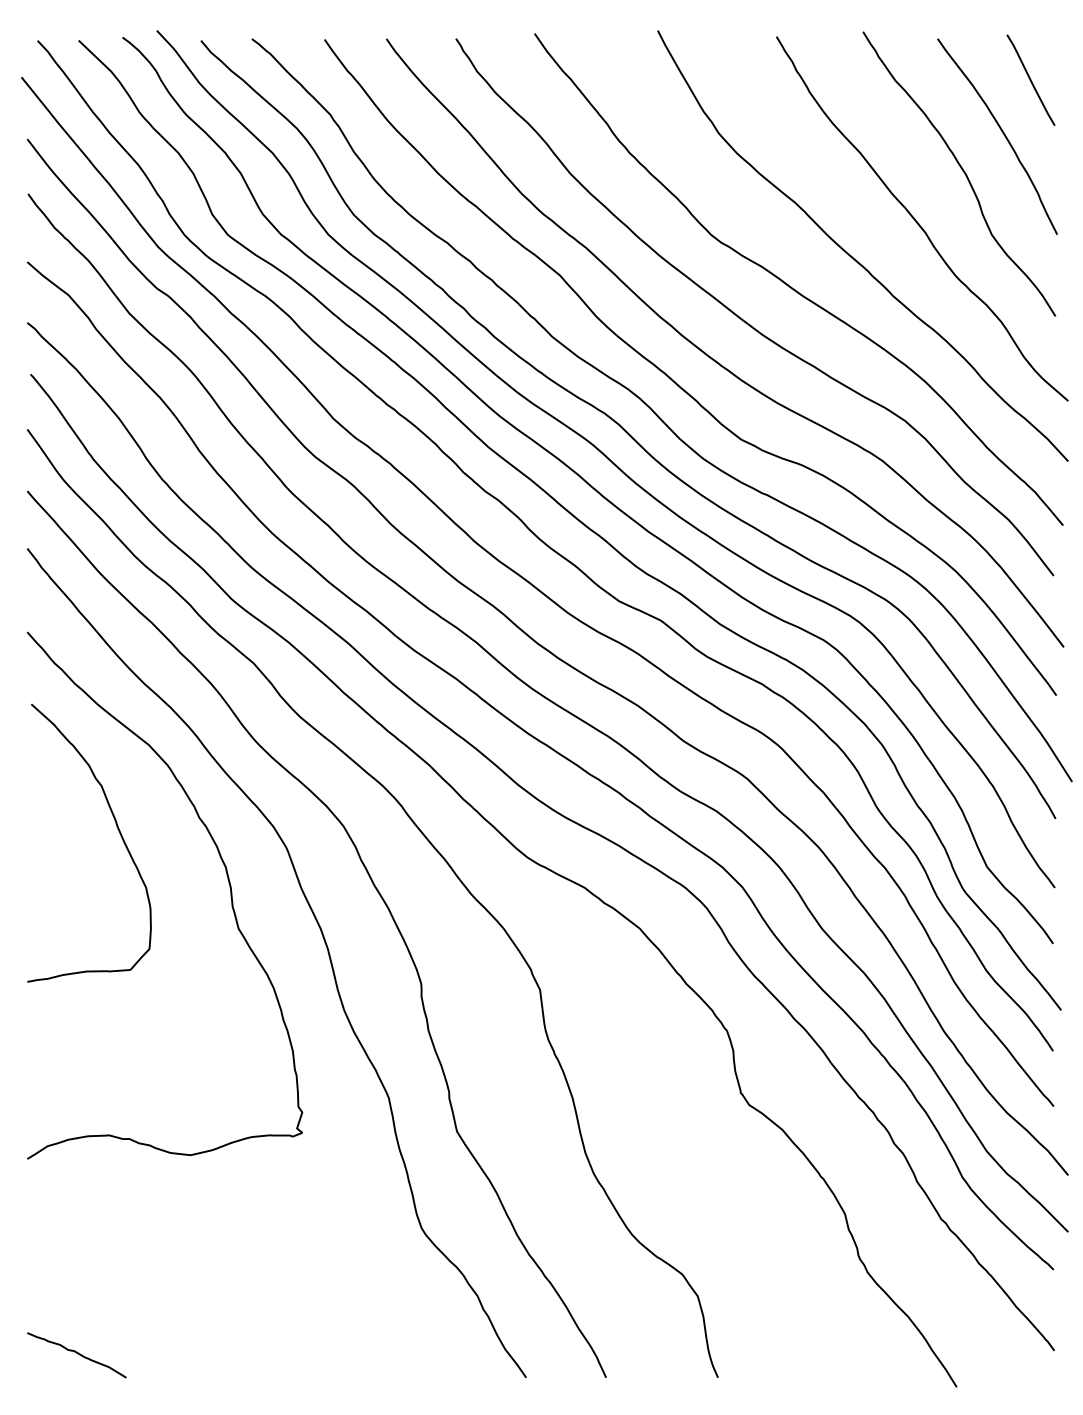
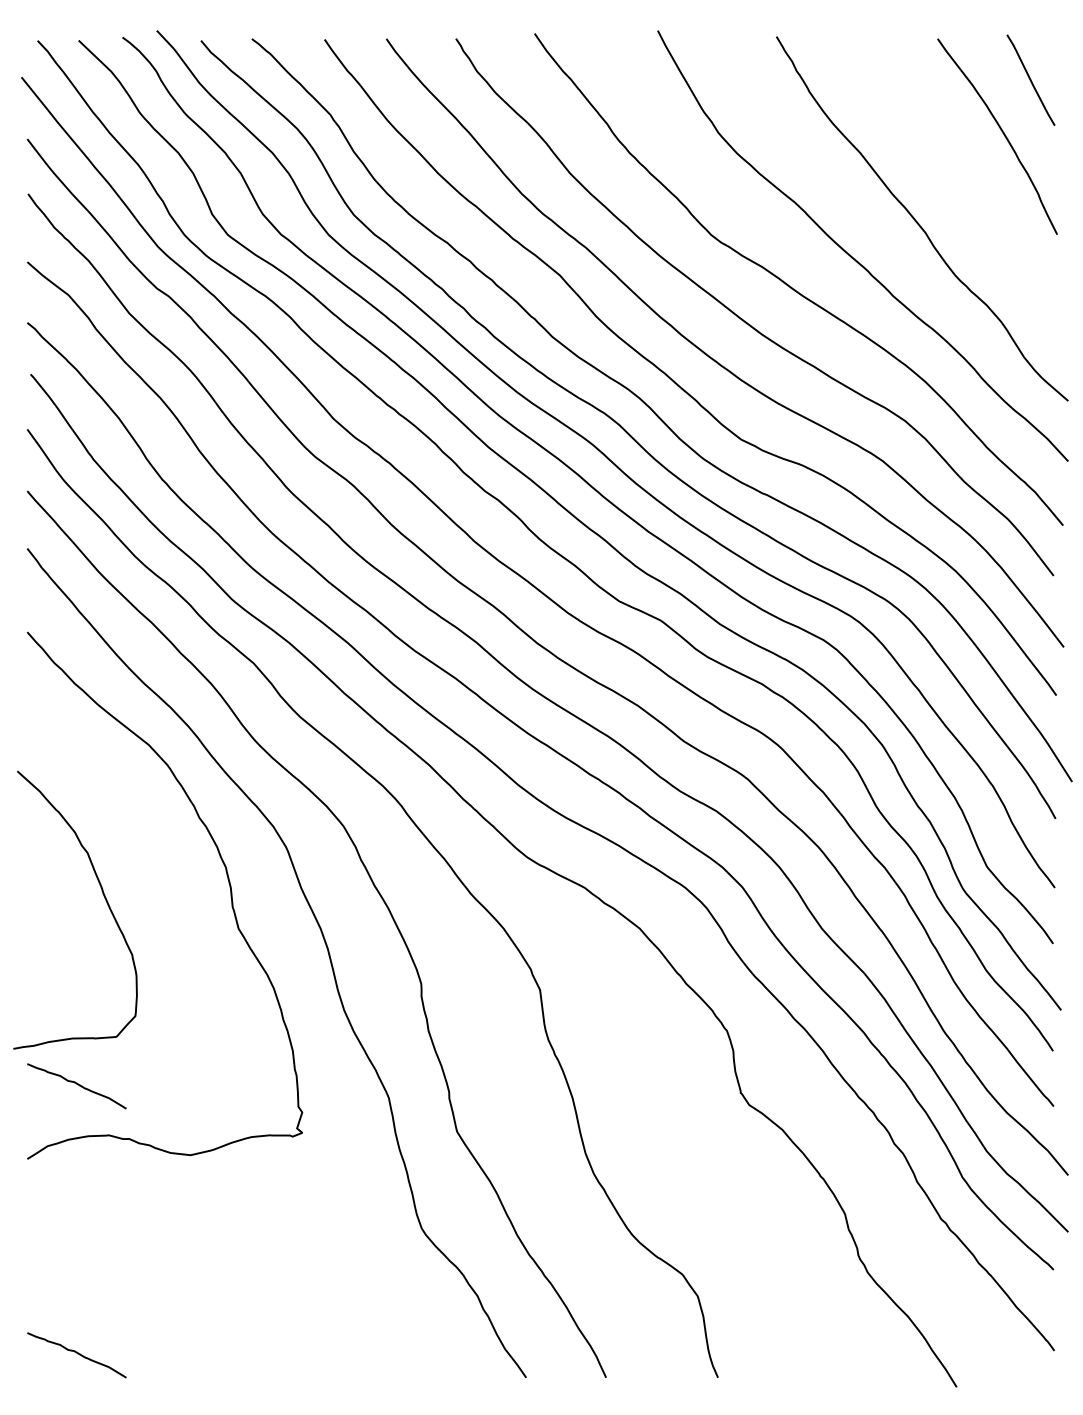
curve at (962, 171): present -> none
curve at (117, 829) position: (117, 829) -> (103, 896)
curve at (77, 1085): none -> present
